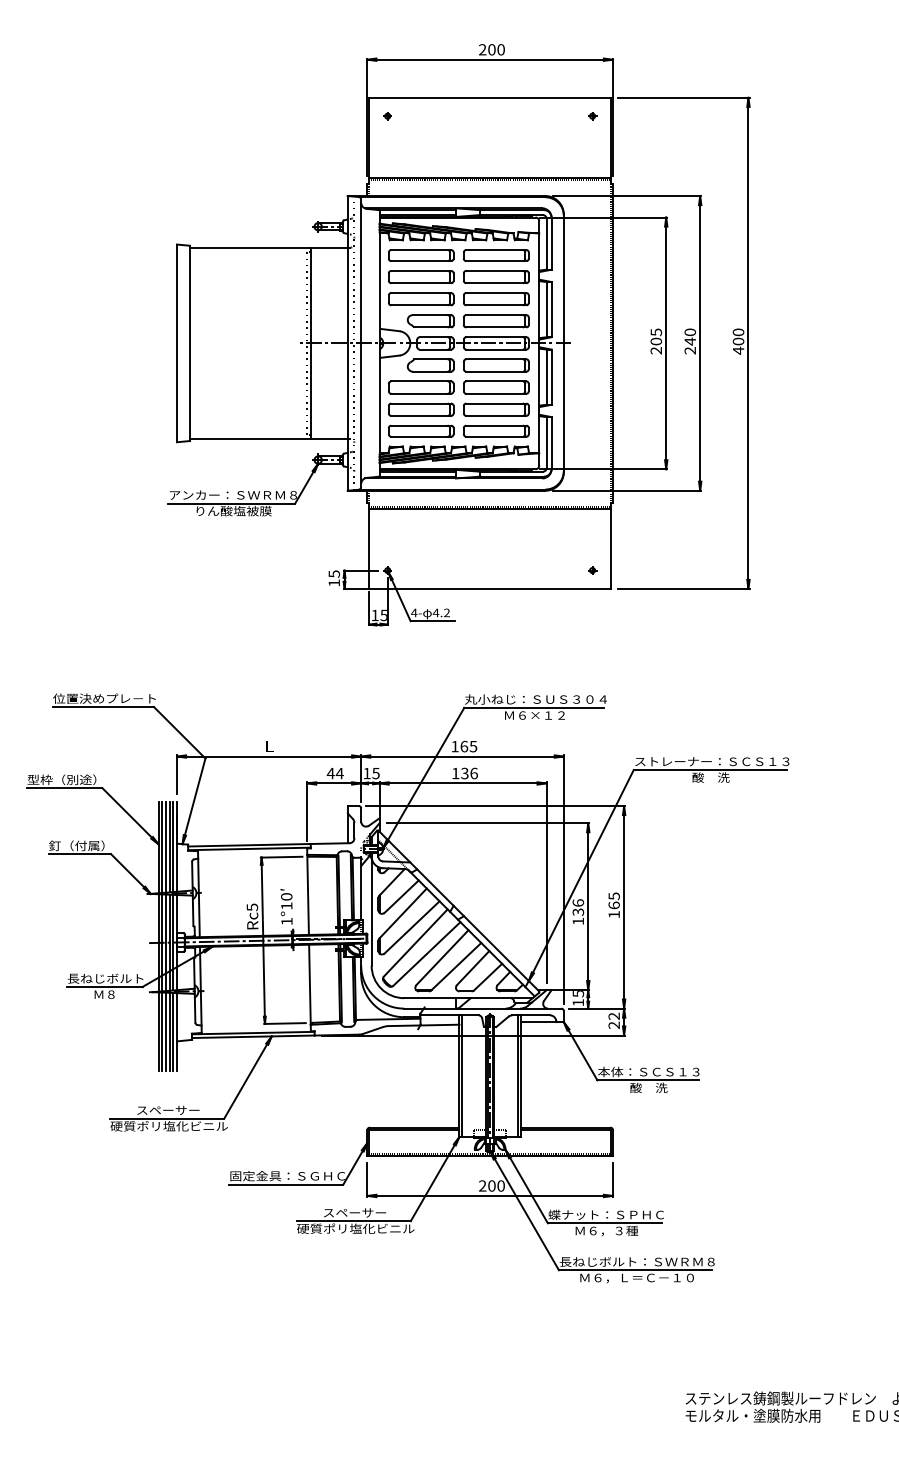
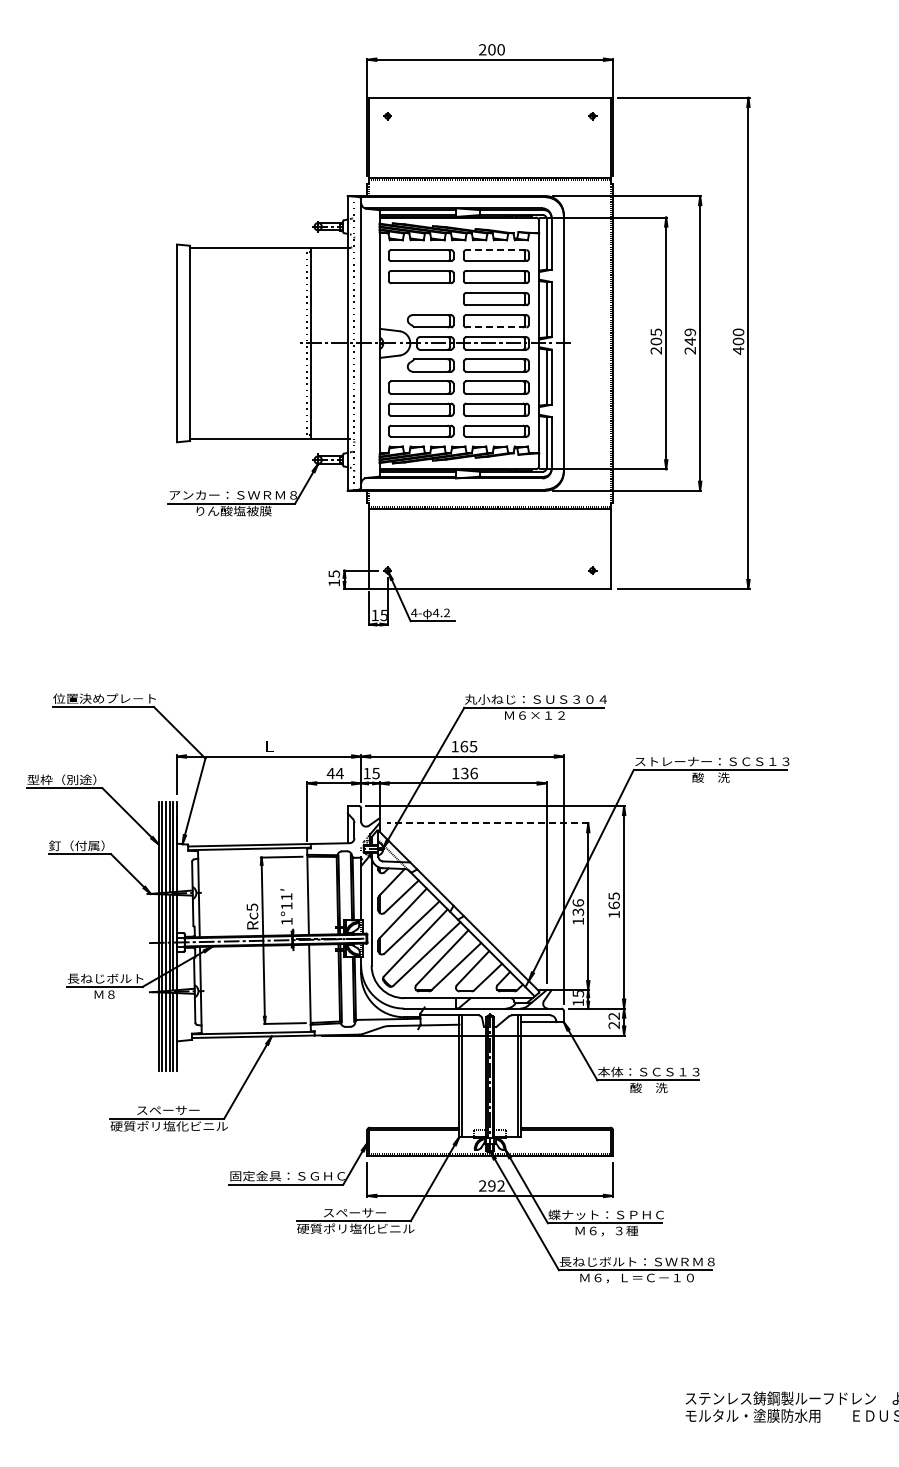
line at (495, 250): solid -> dashed
part at (421, 299): present -> none
line at (495, 327): solid -> dashed
text at (689, 332): 240 -> 249
line at (487, 823): solid -> dashed
text at (286, 896): 1°10 -> 1°11
text at (496, 1185): 200 -> 292
